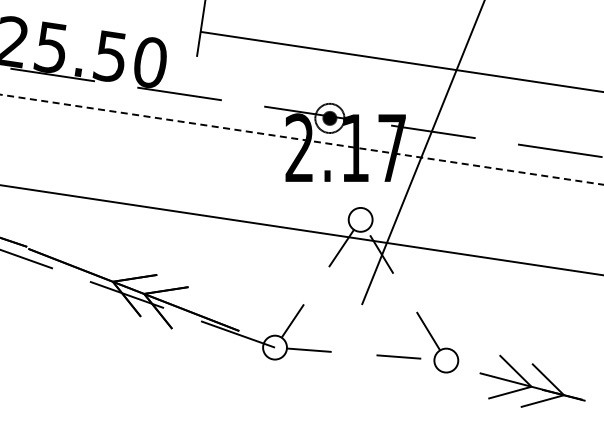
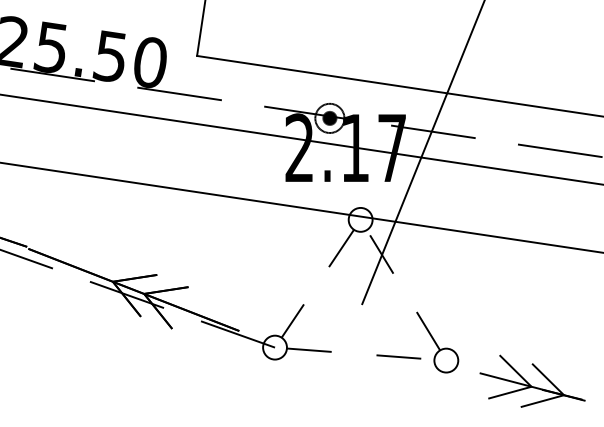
line at (400, 61) position: (400, 61) -> (398, 85)
line at (302, 139): dashed -> solid
line at (301, 229) position: (301, 229) -> (301, 207)
